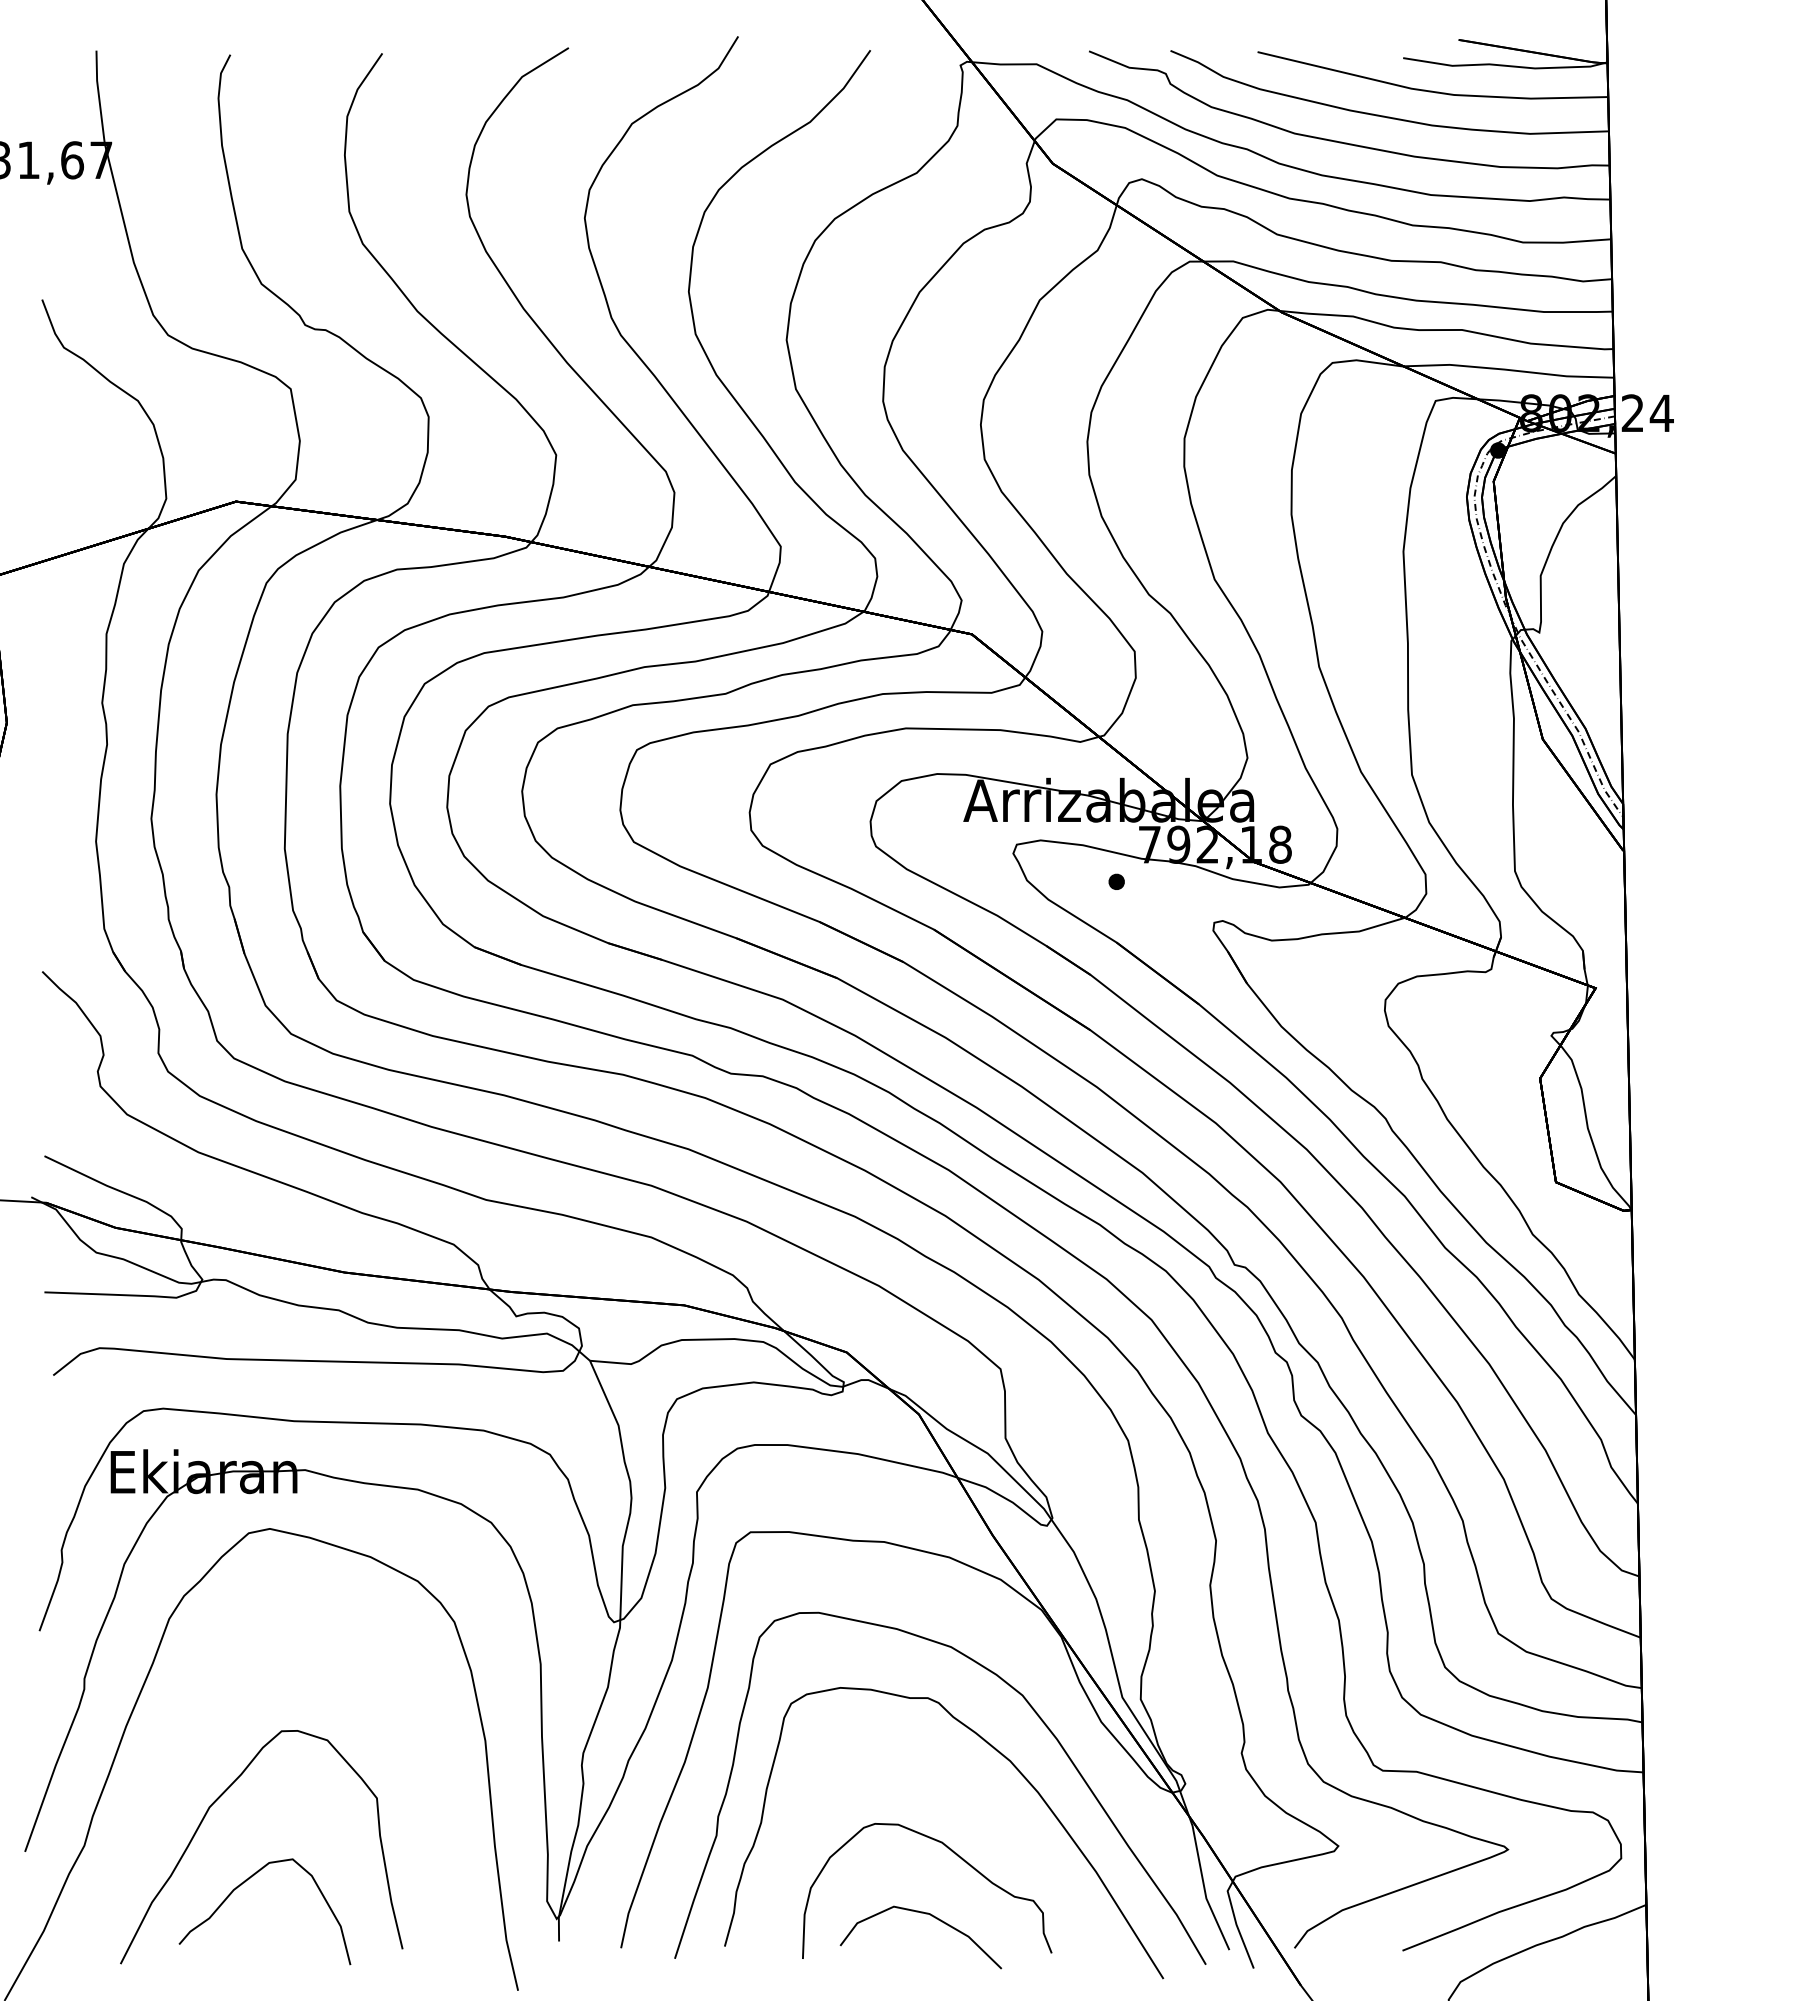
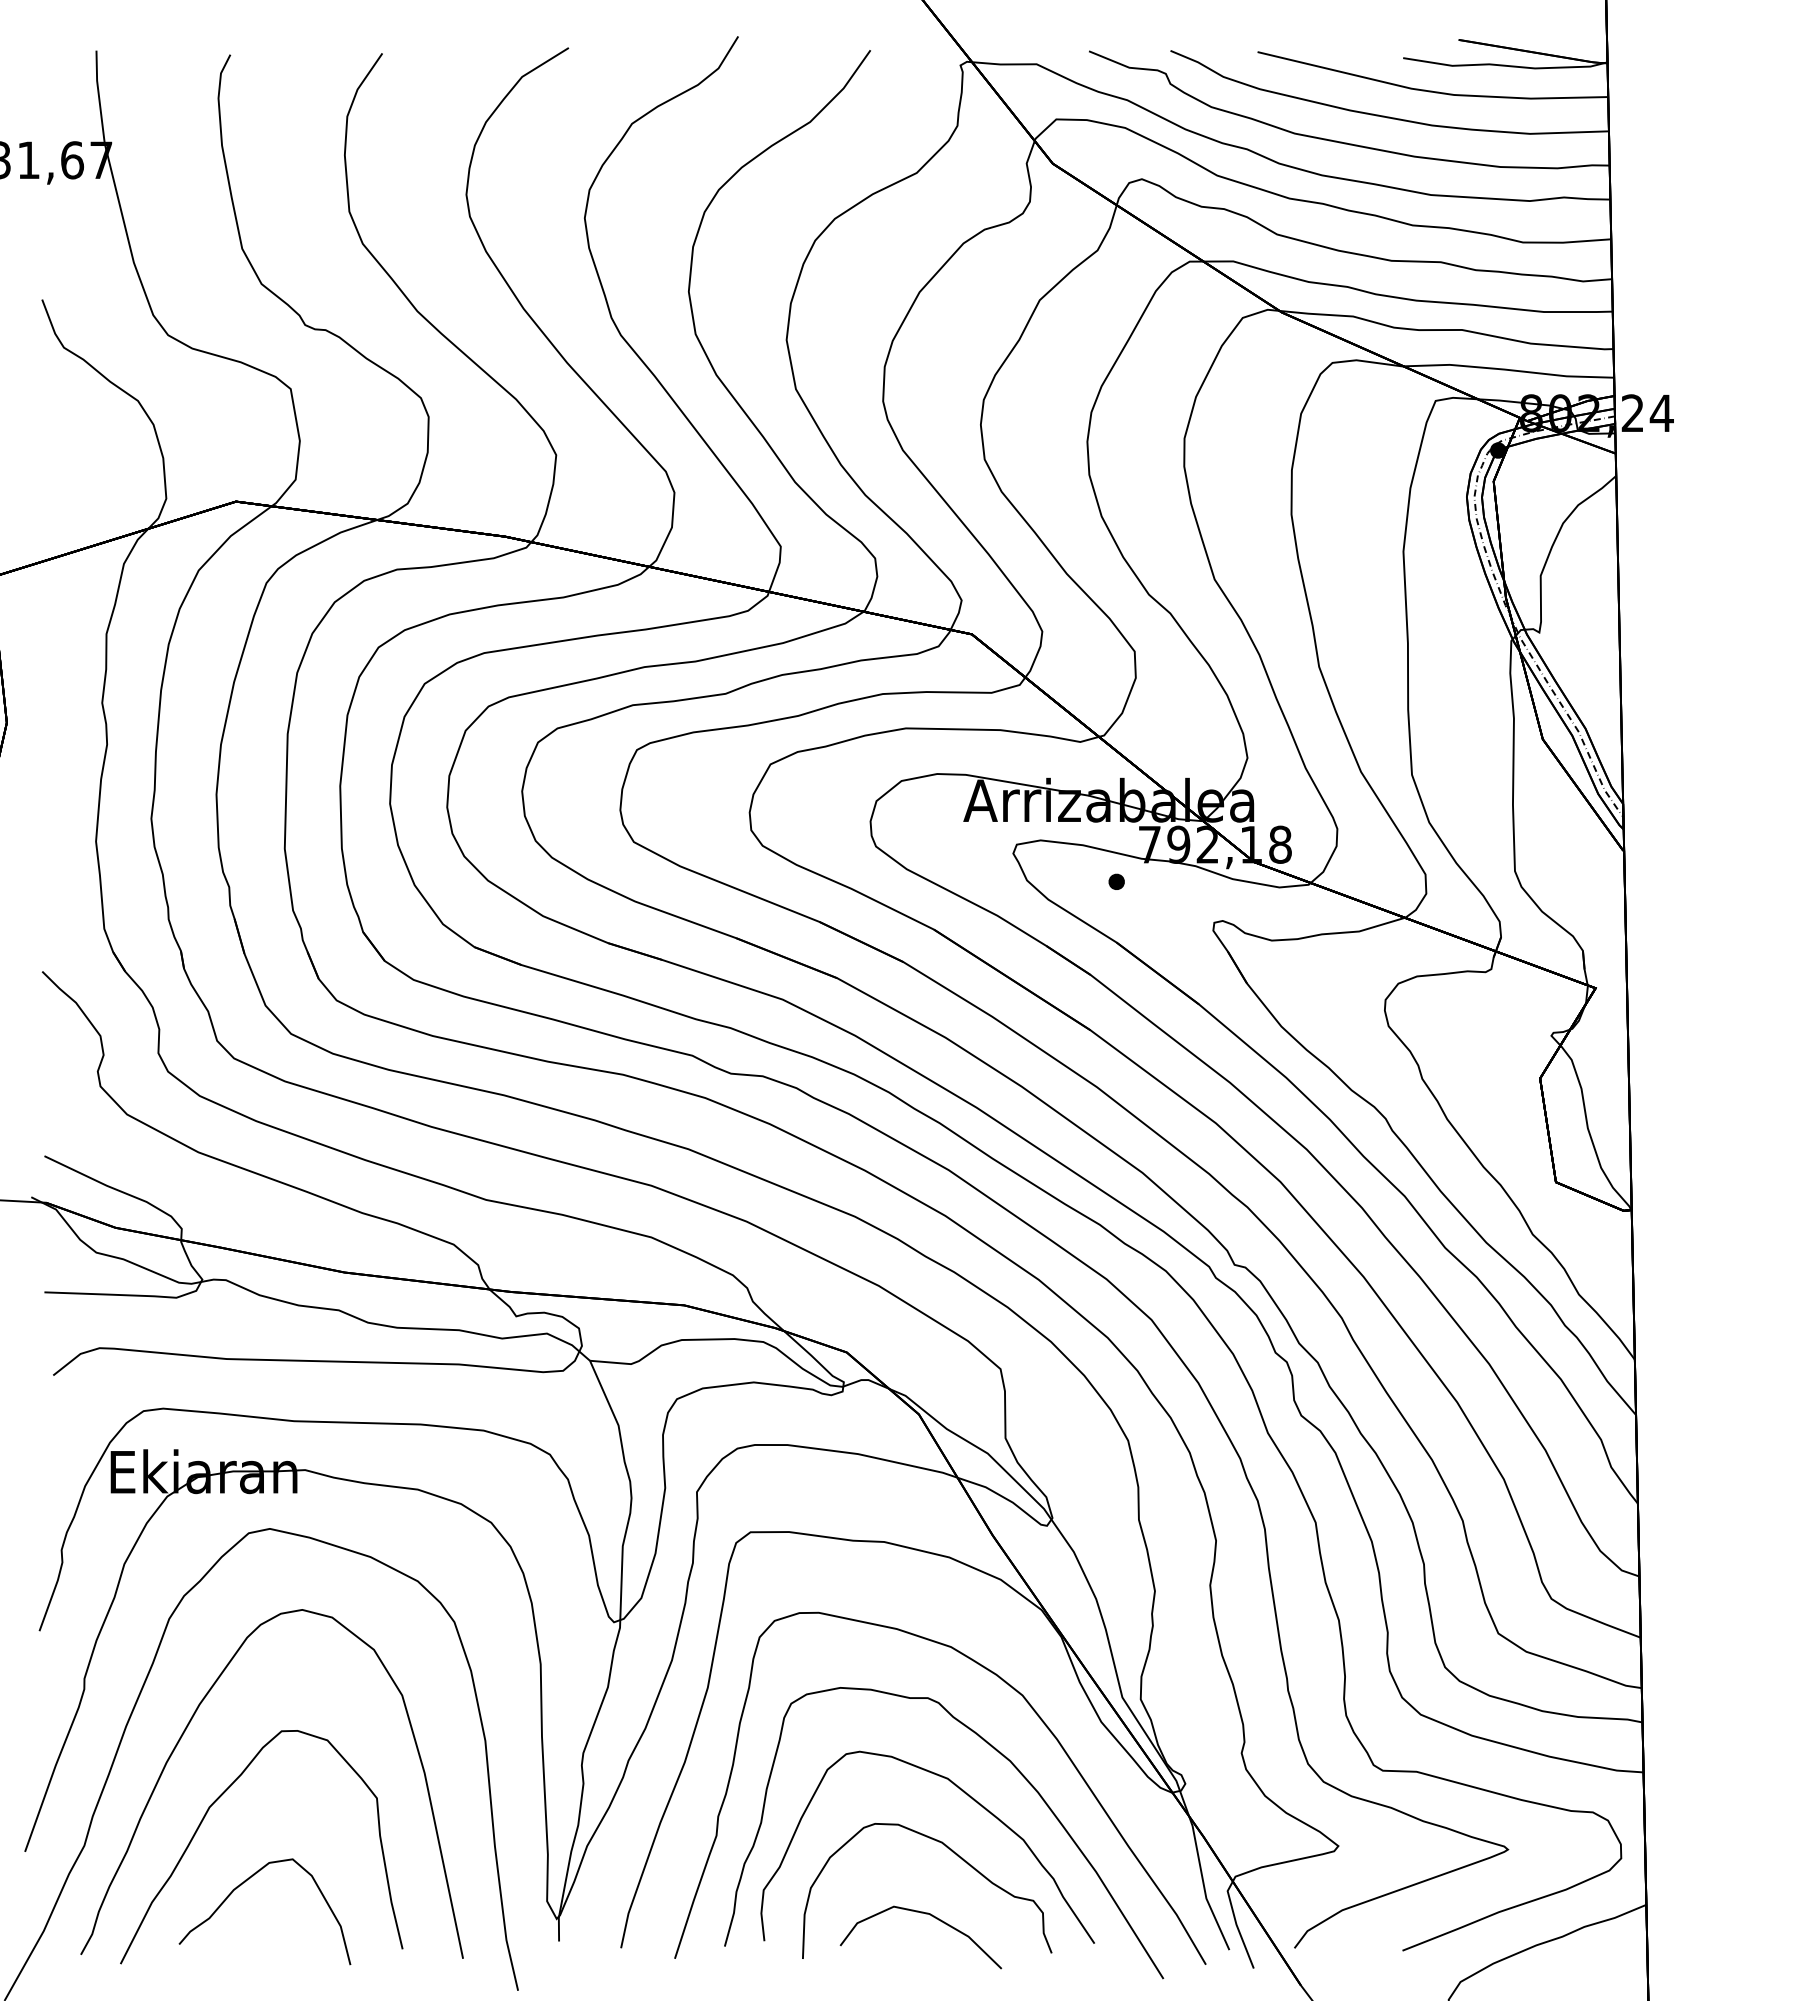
curve at (183, 1735): none -> present
curve at (969, 1797): none -> present
